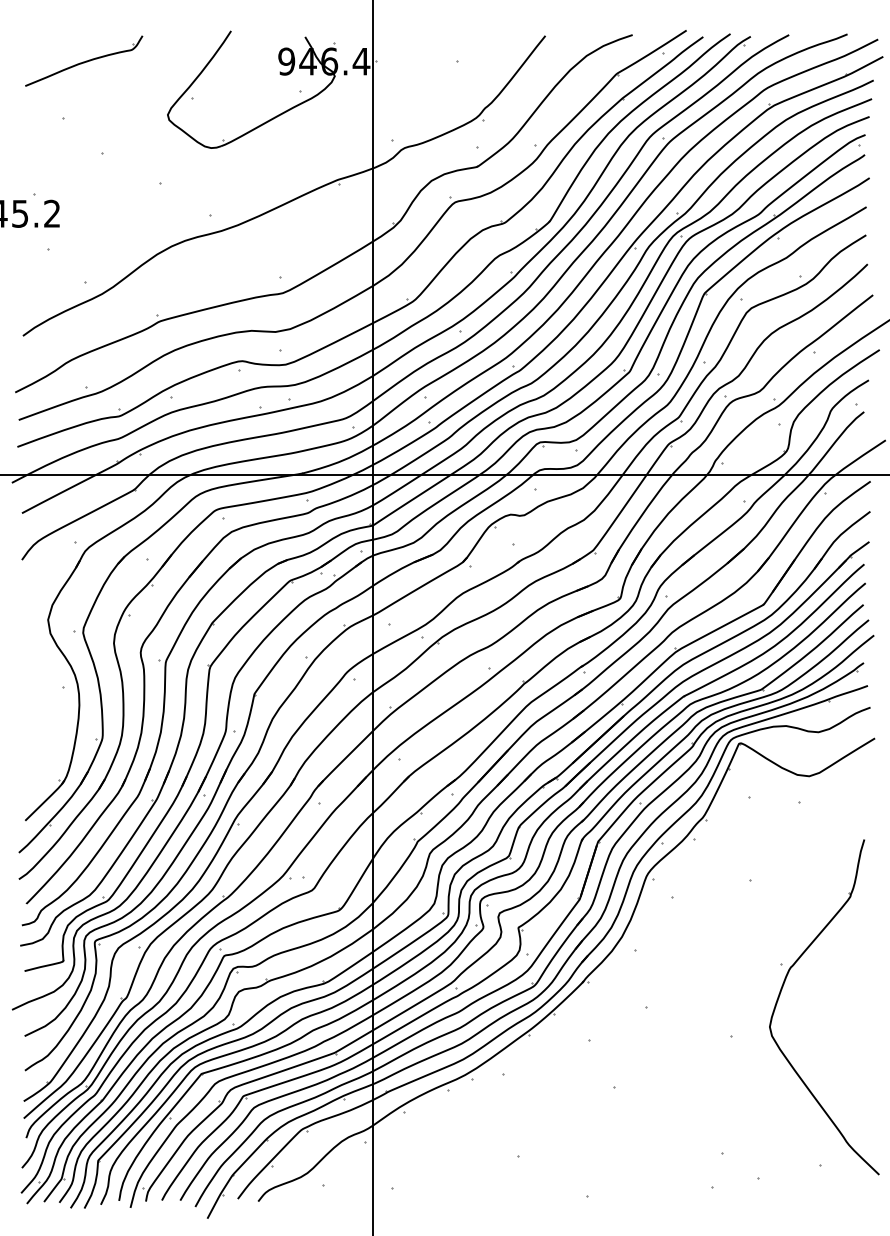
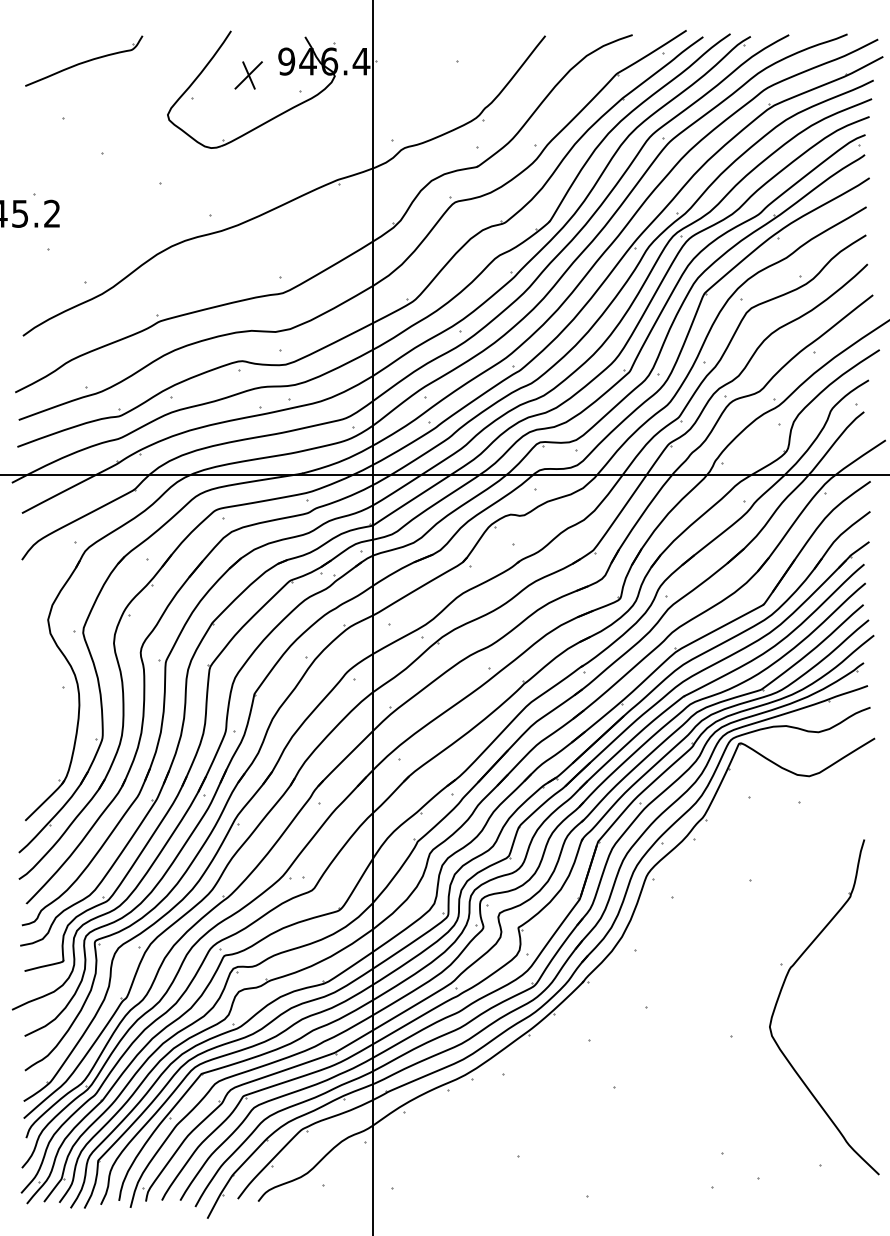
part at (248, 75): none -> present
